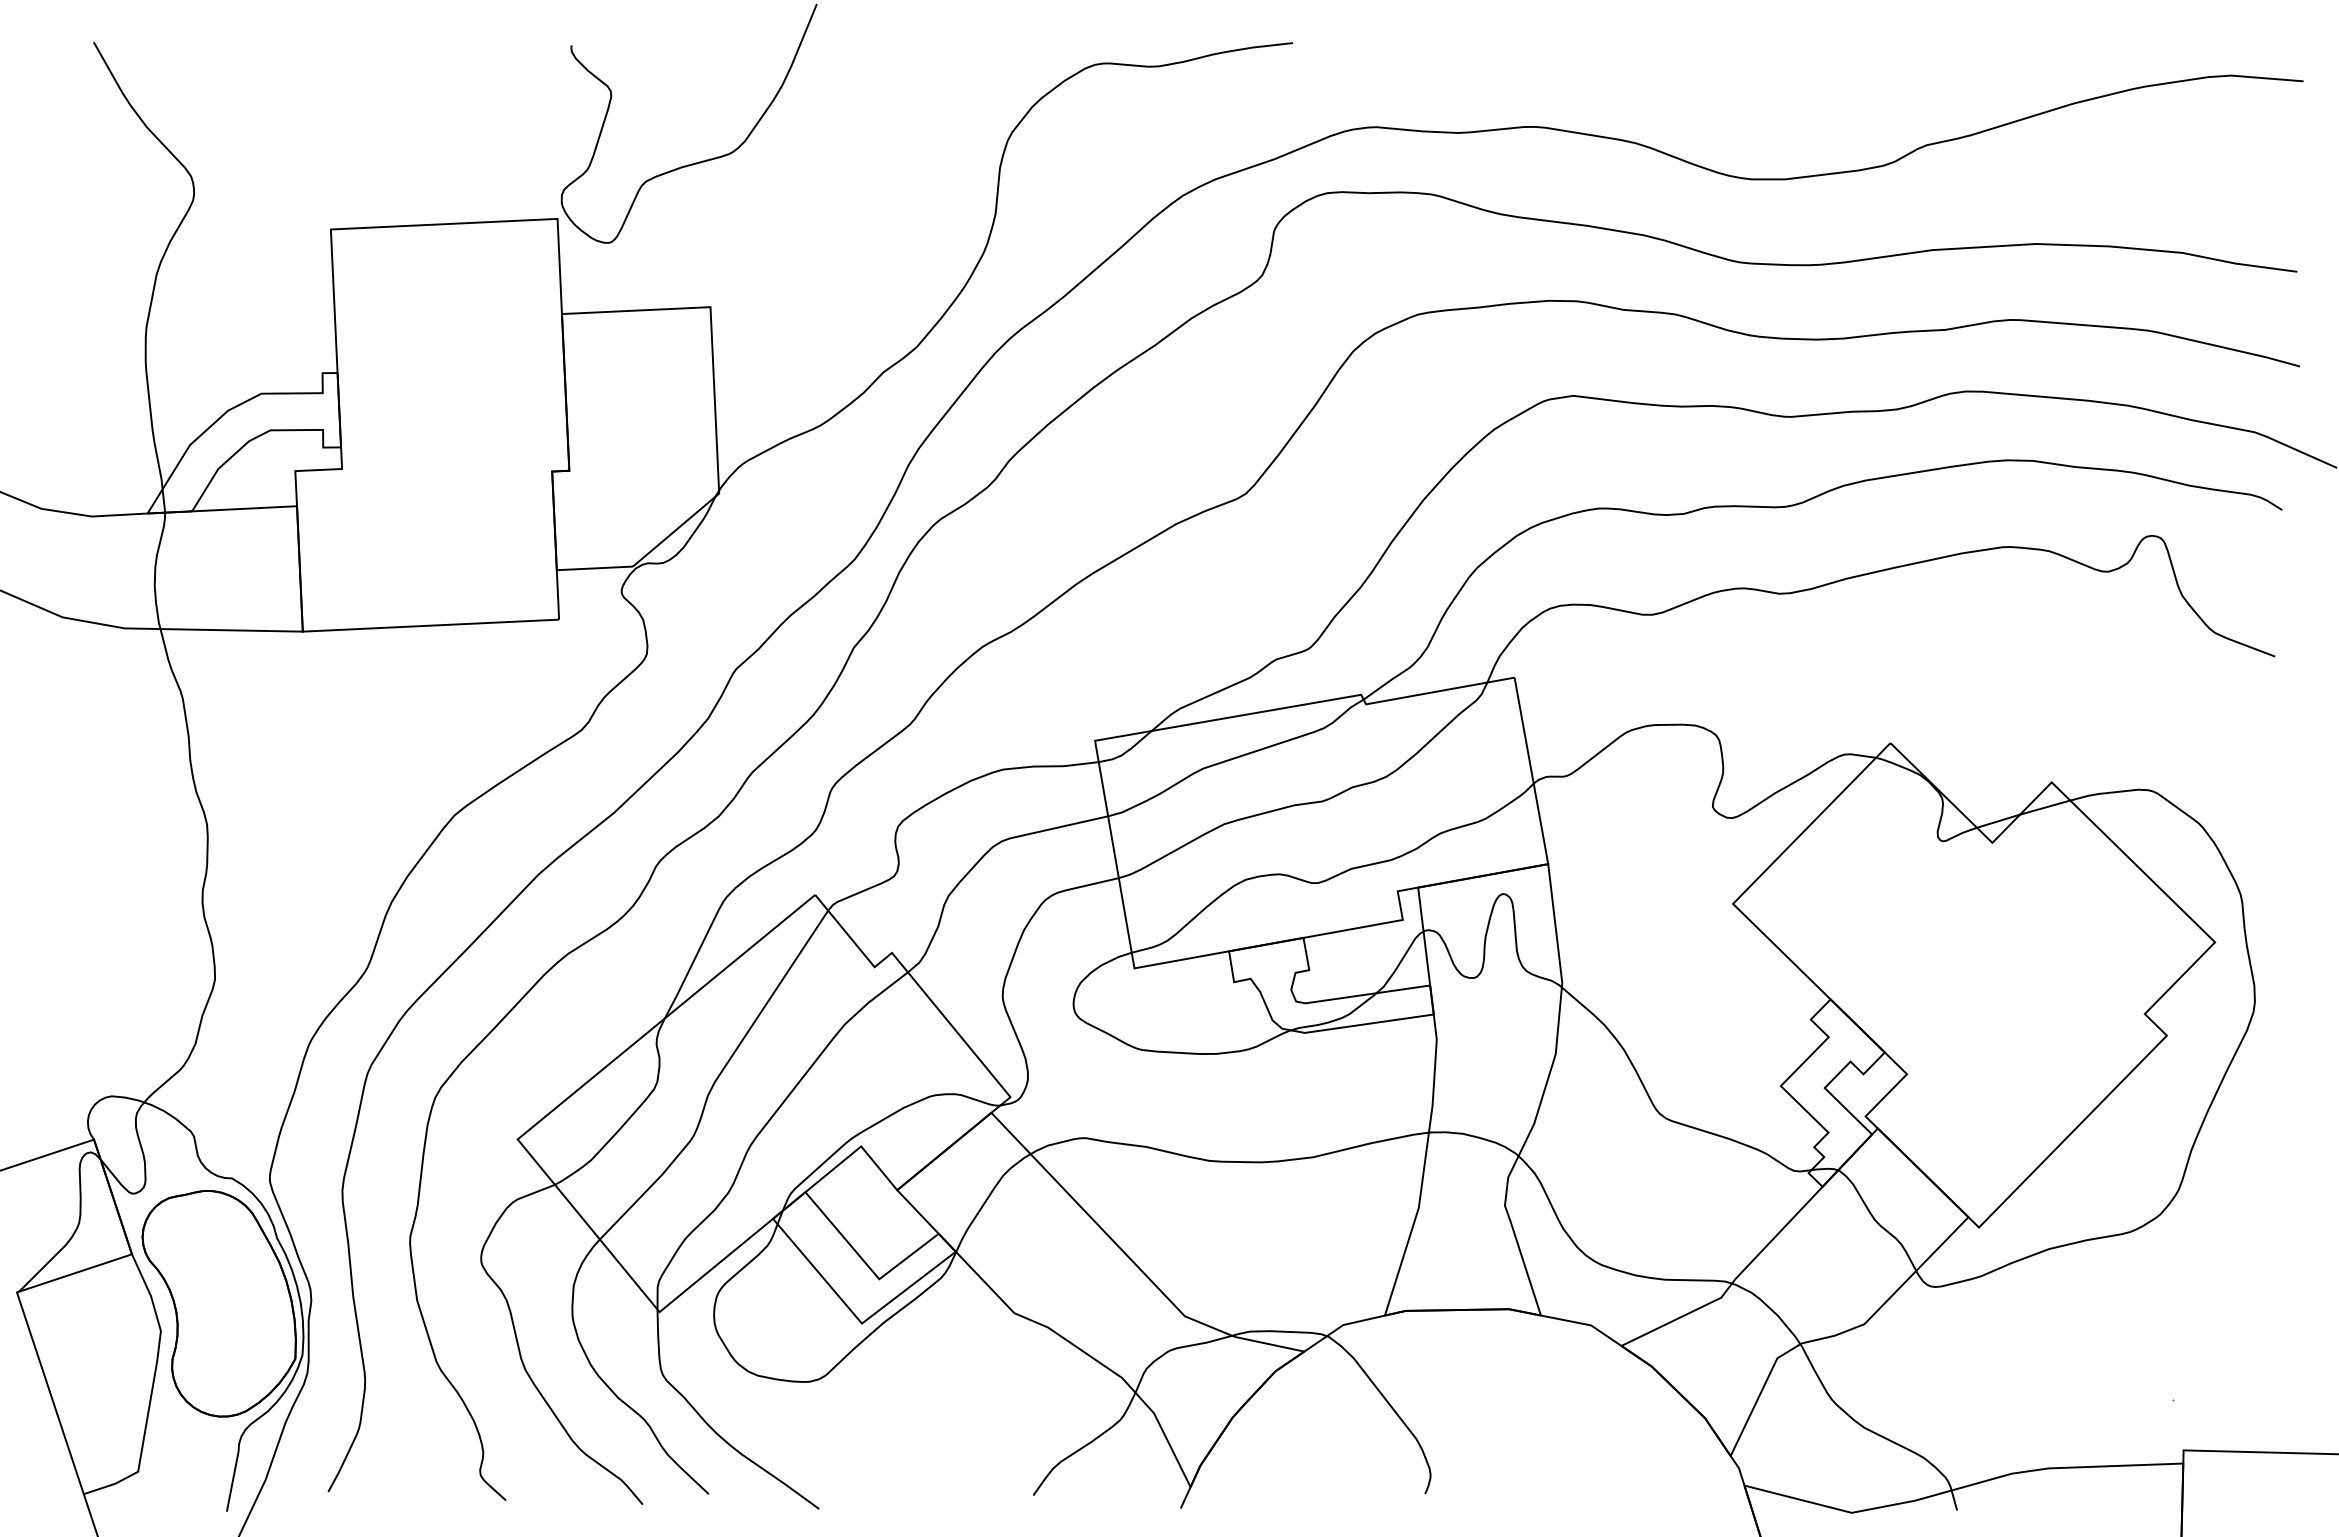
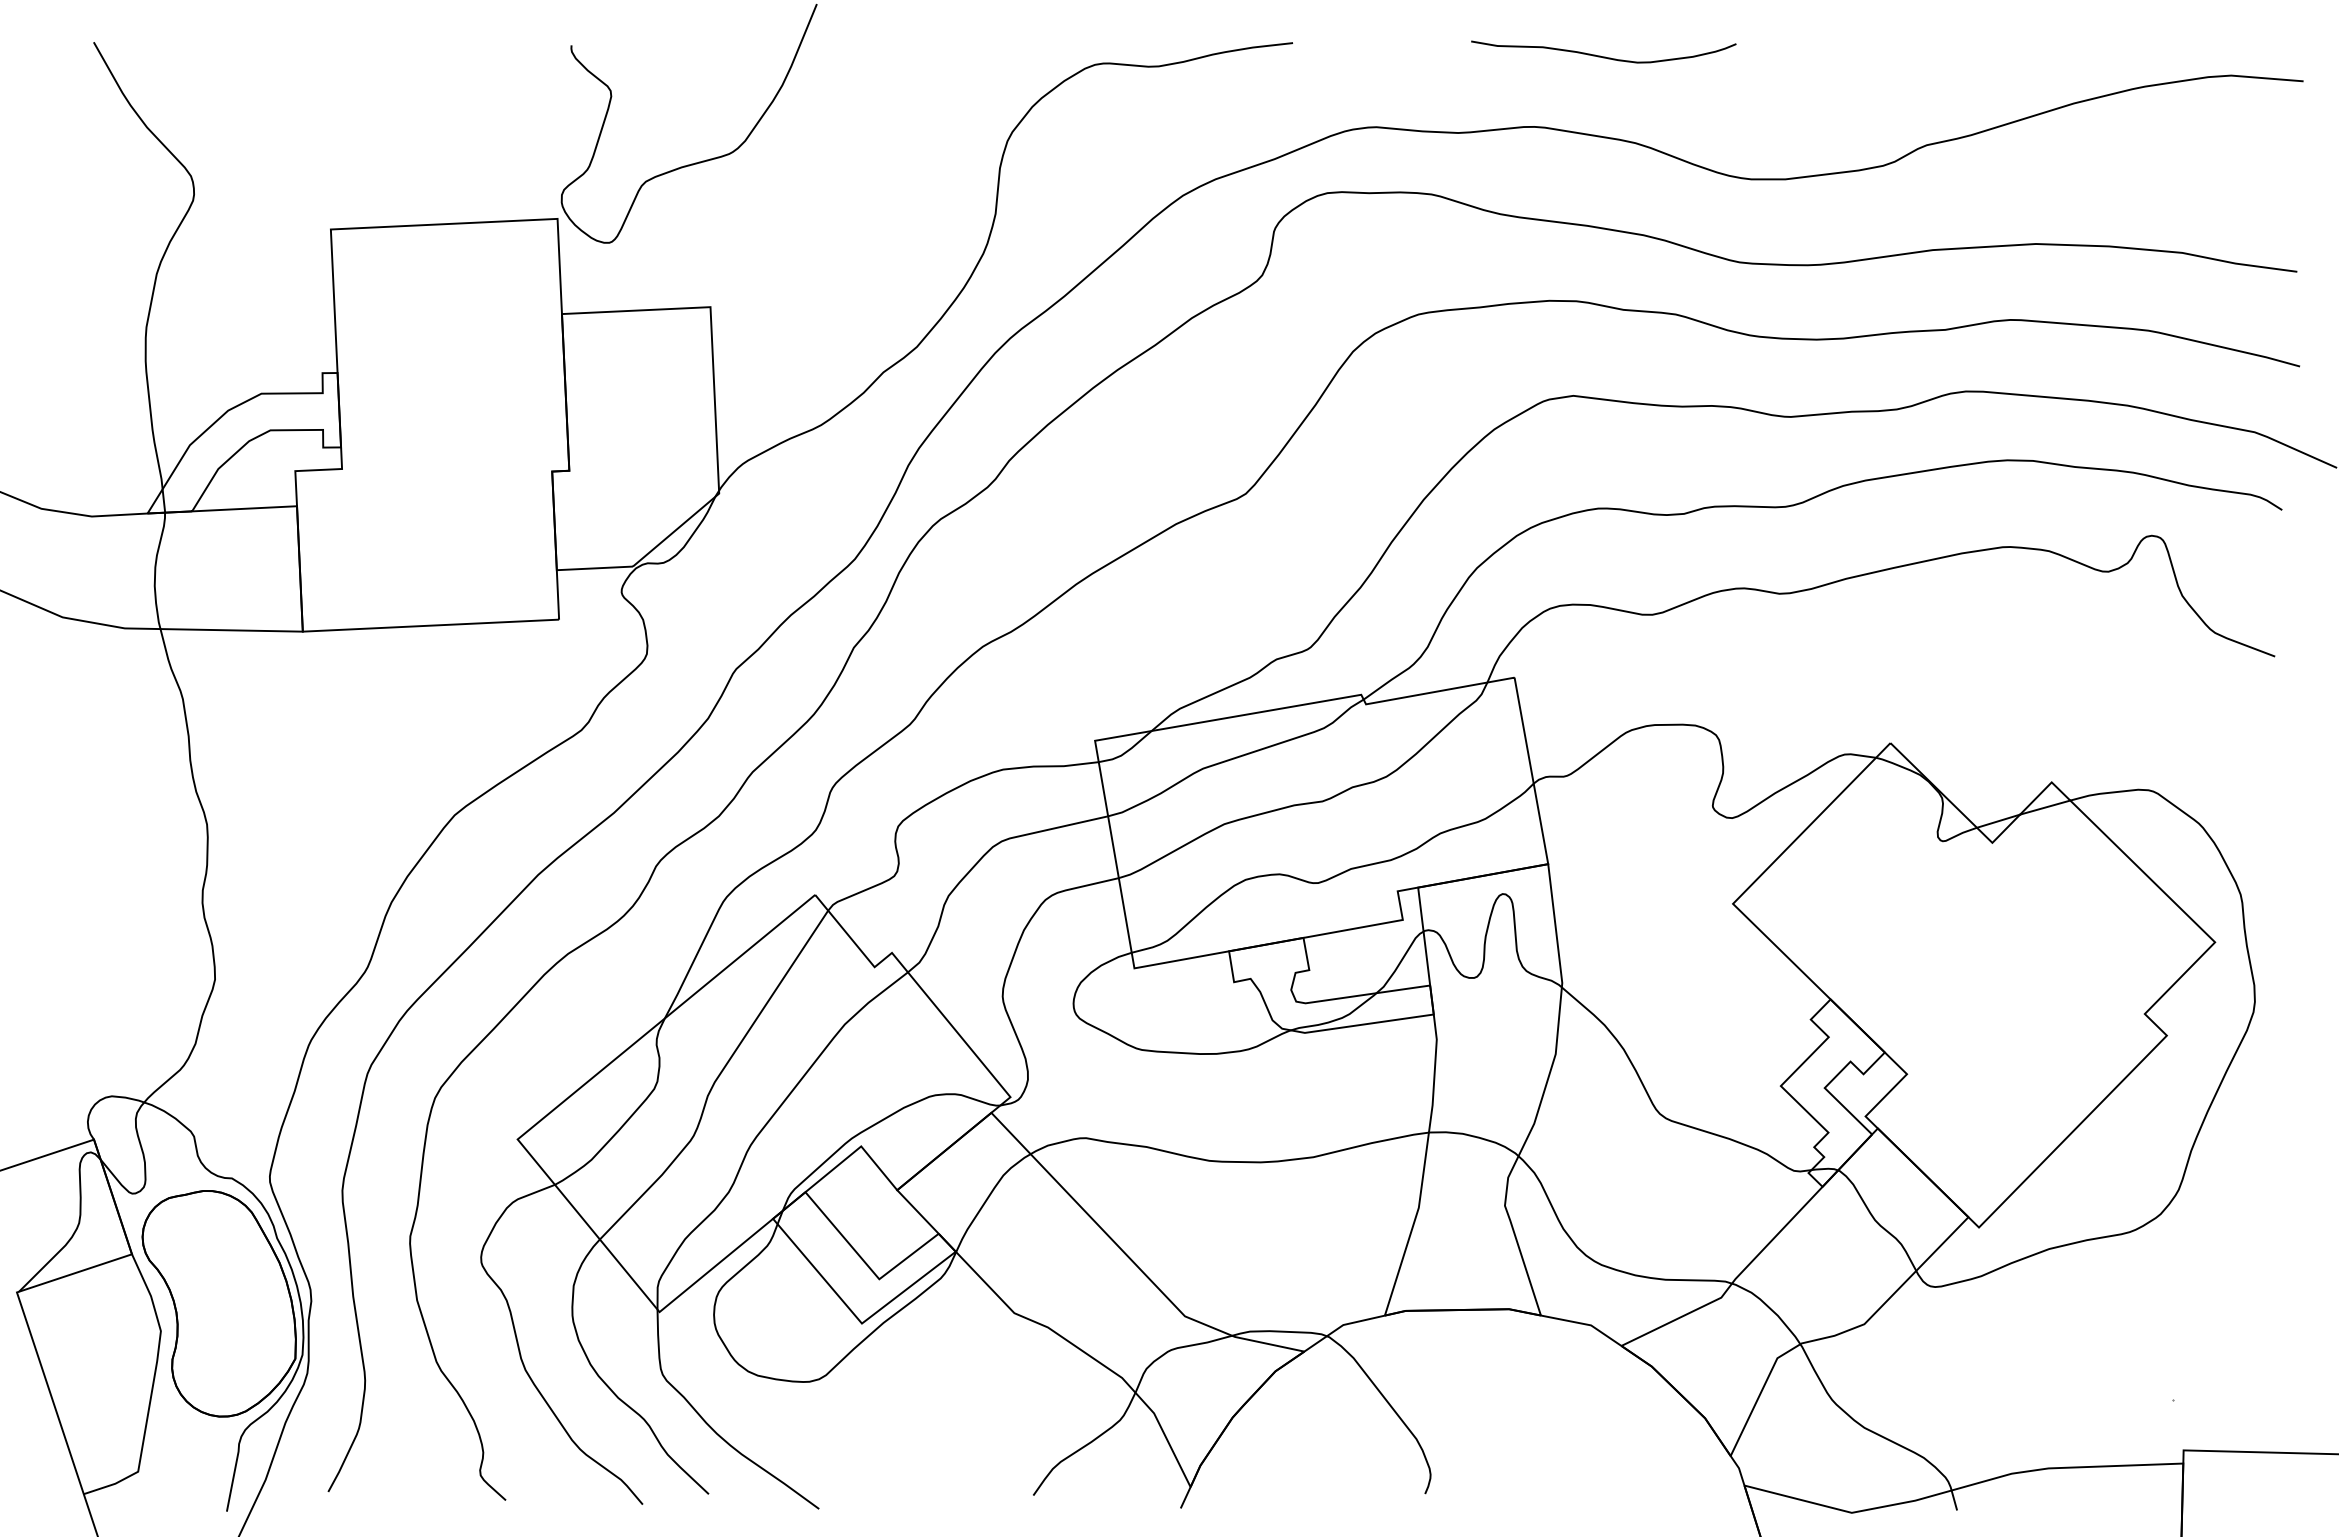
curve at (1600, 55): none -> present
